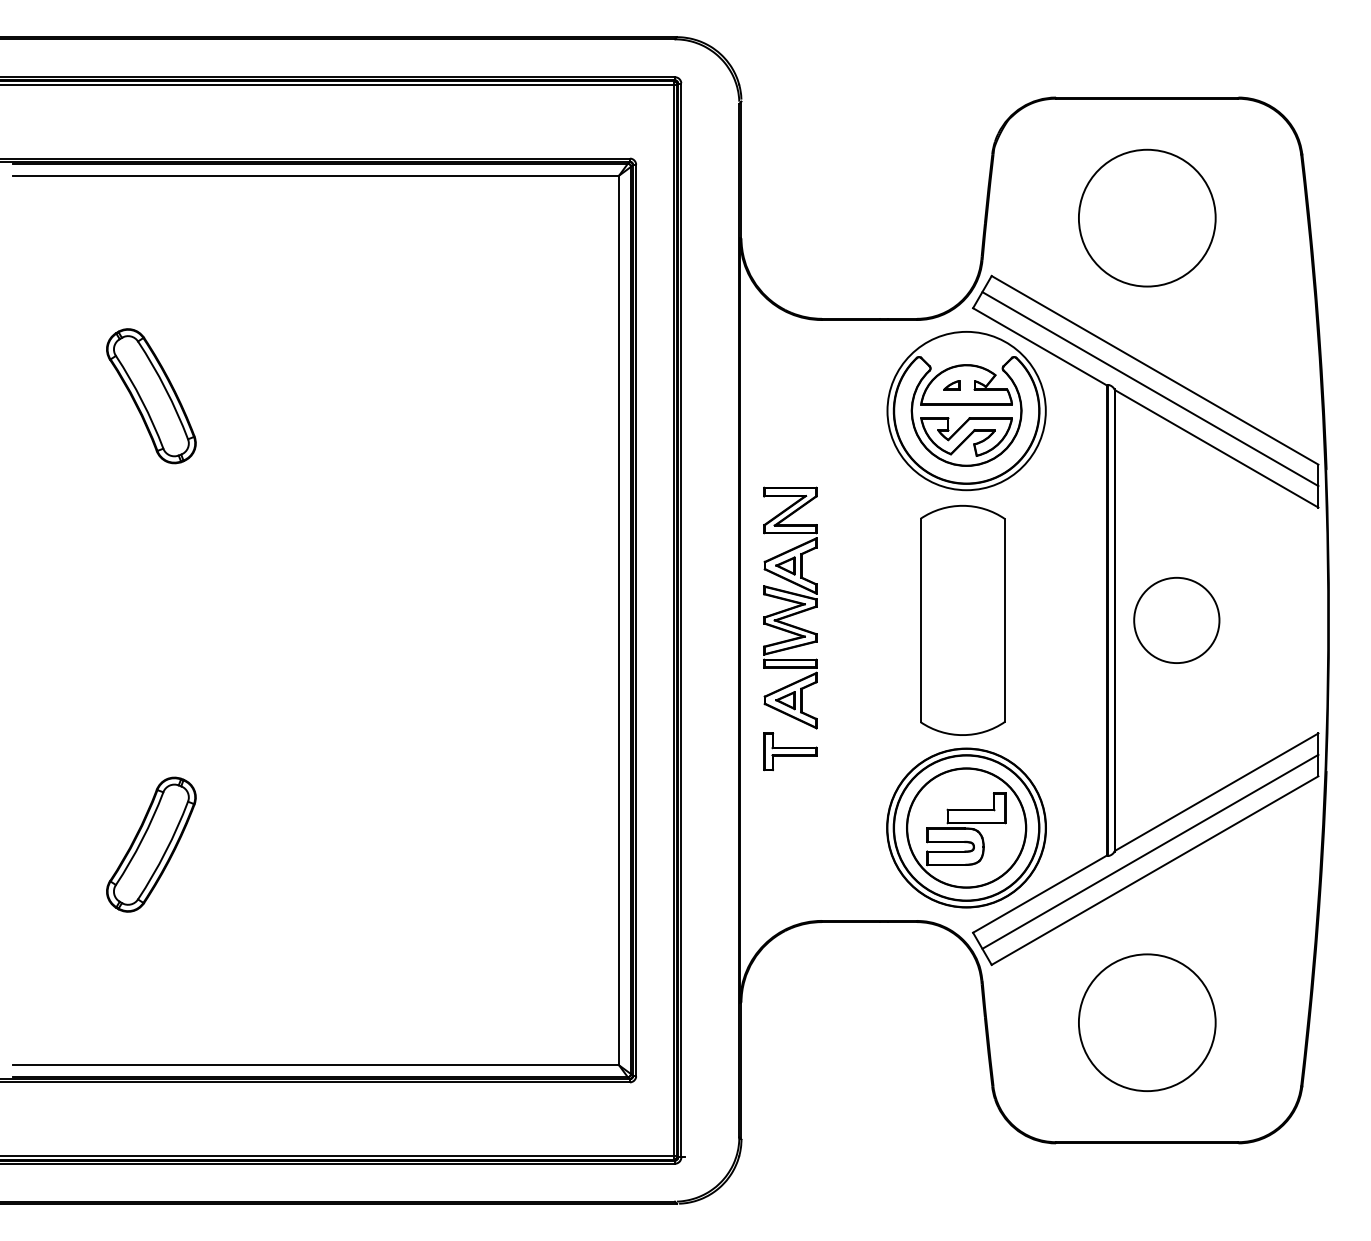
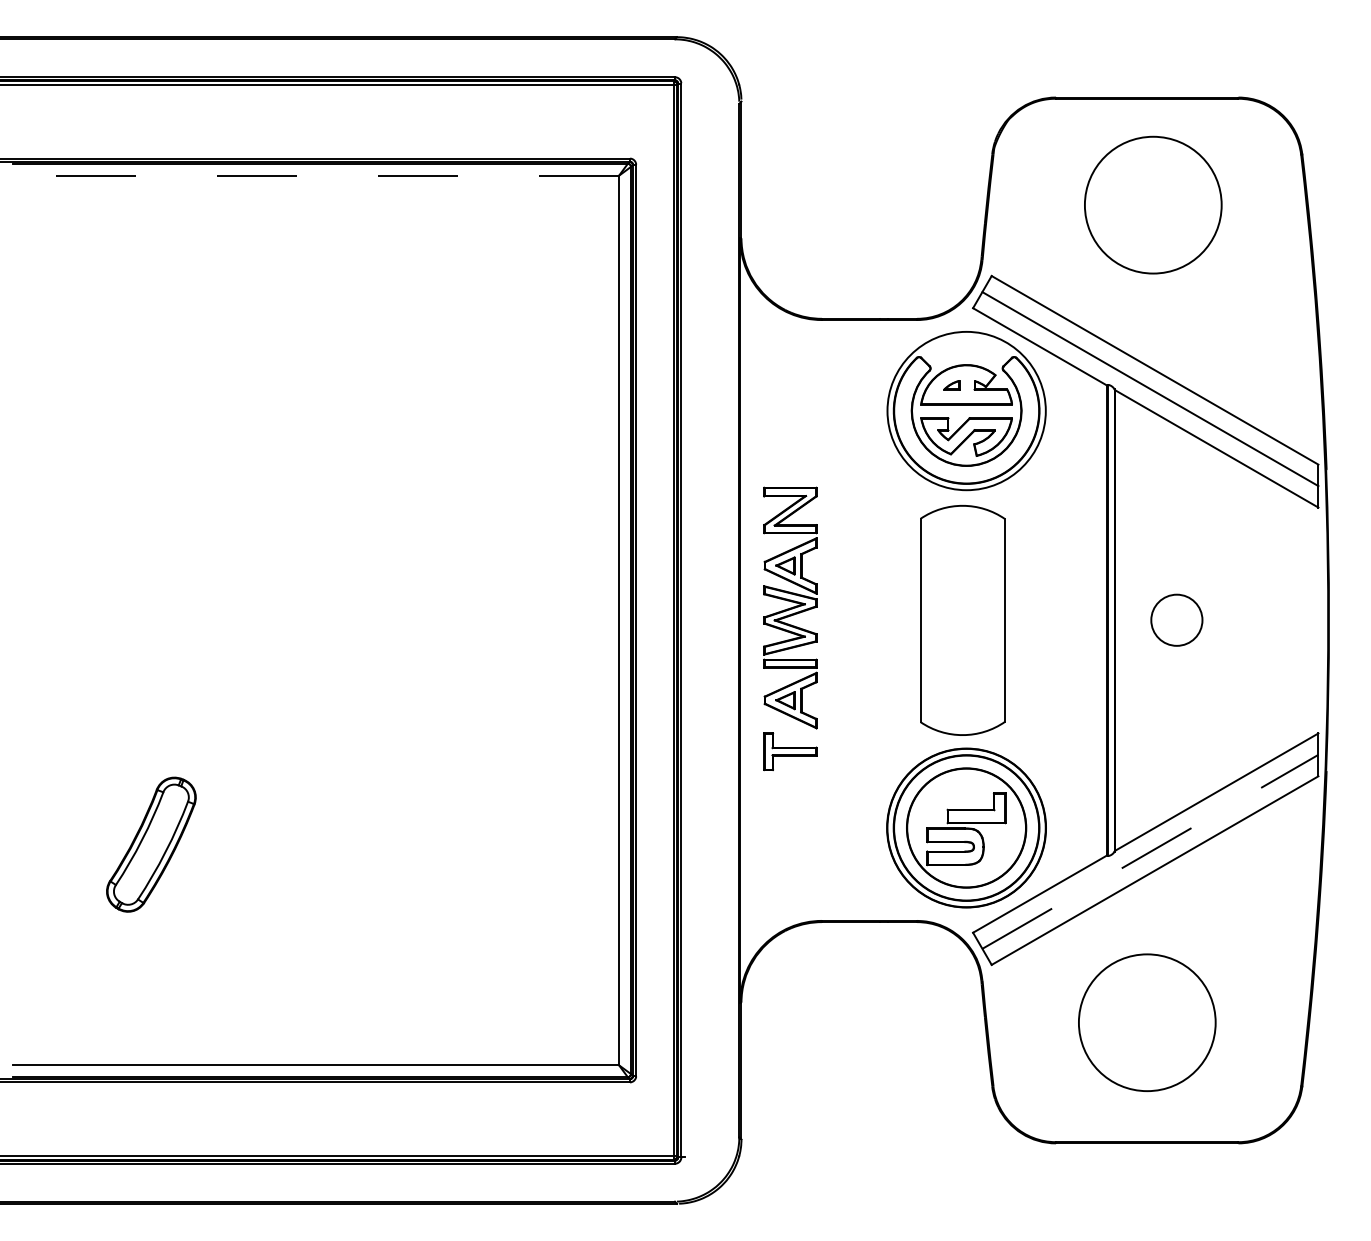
line at (316, 175): solid -> dashed
circle at (1147, 217) position: (1147, 217) -> (1153, 204)
part at (151, 396): present -> none
circle at (1176, 619) size: 88x88 px -> 54x54 px
line at (1150, 851): solid -> dashed
